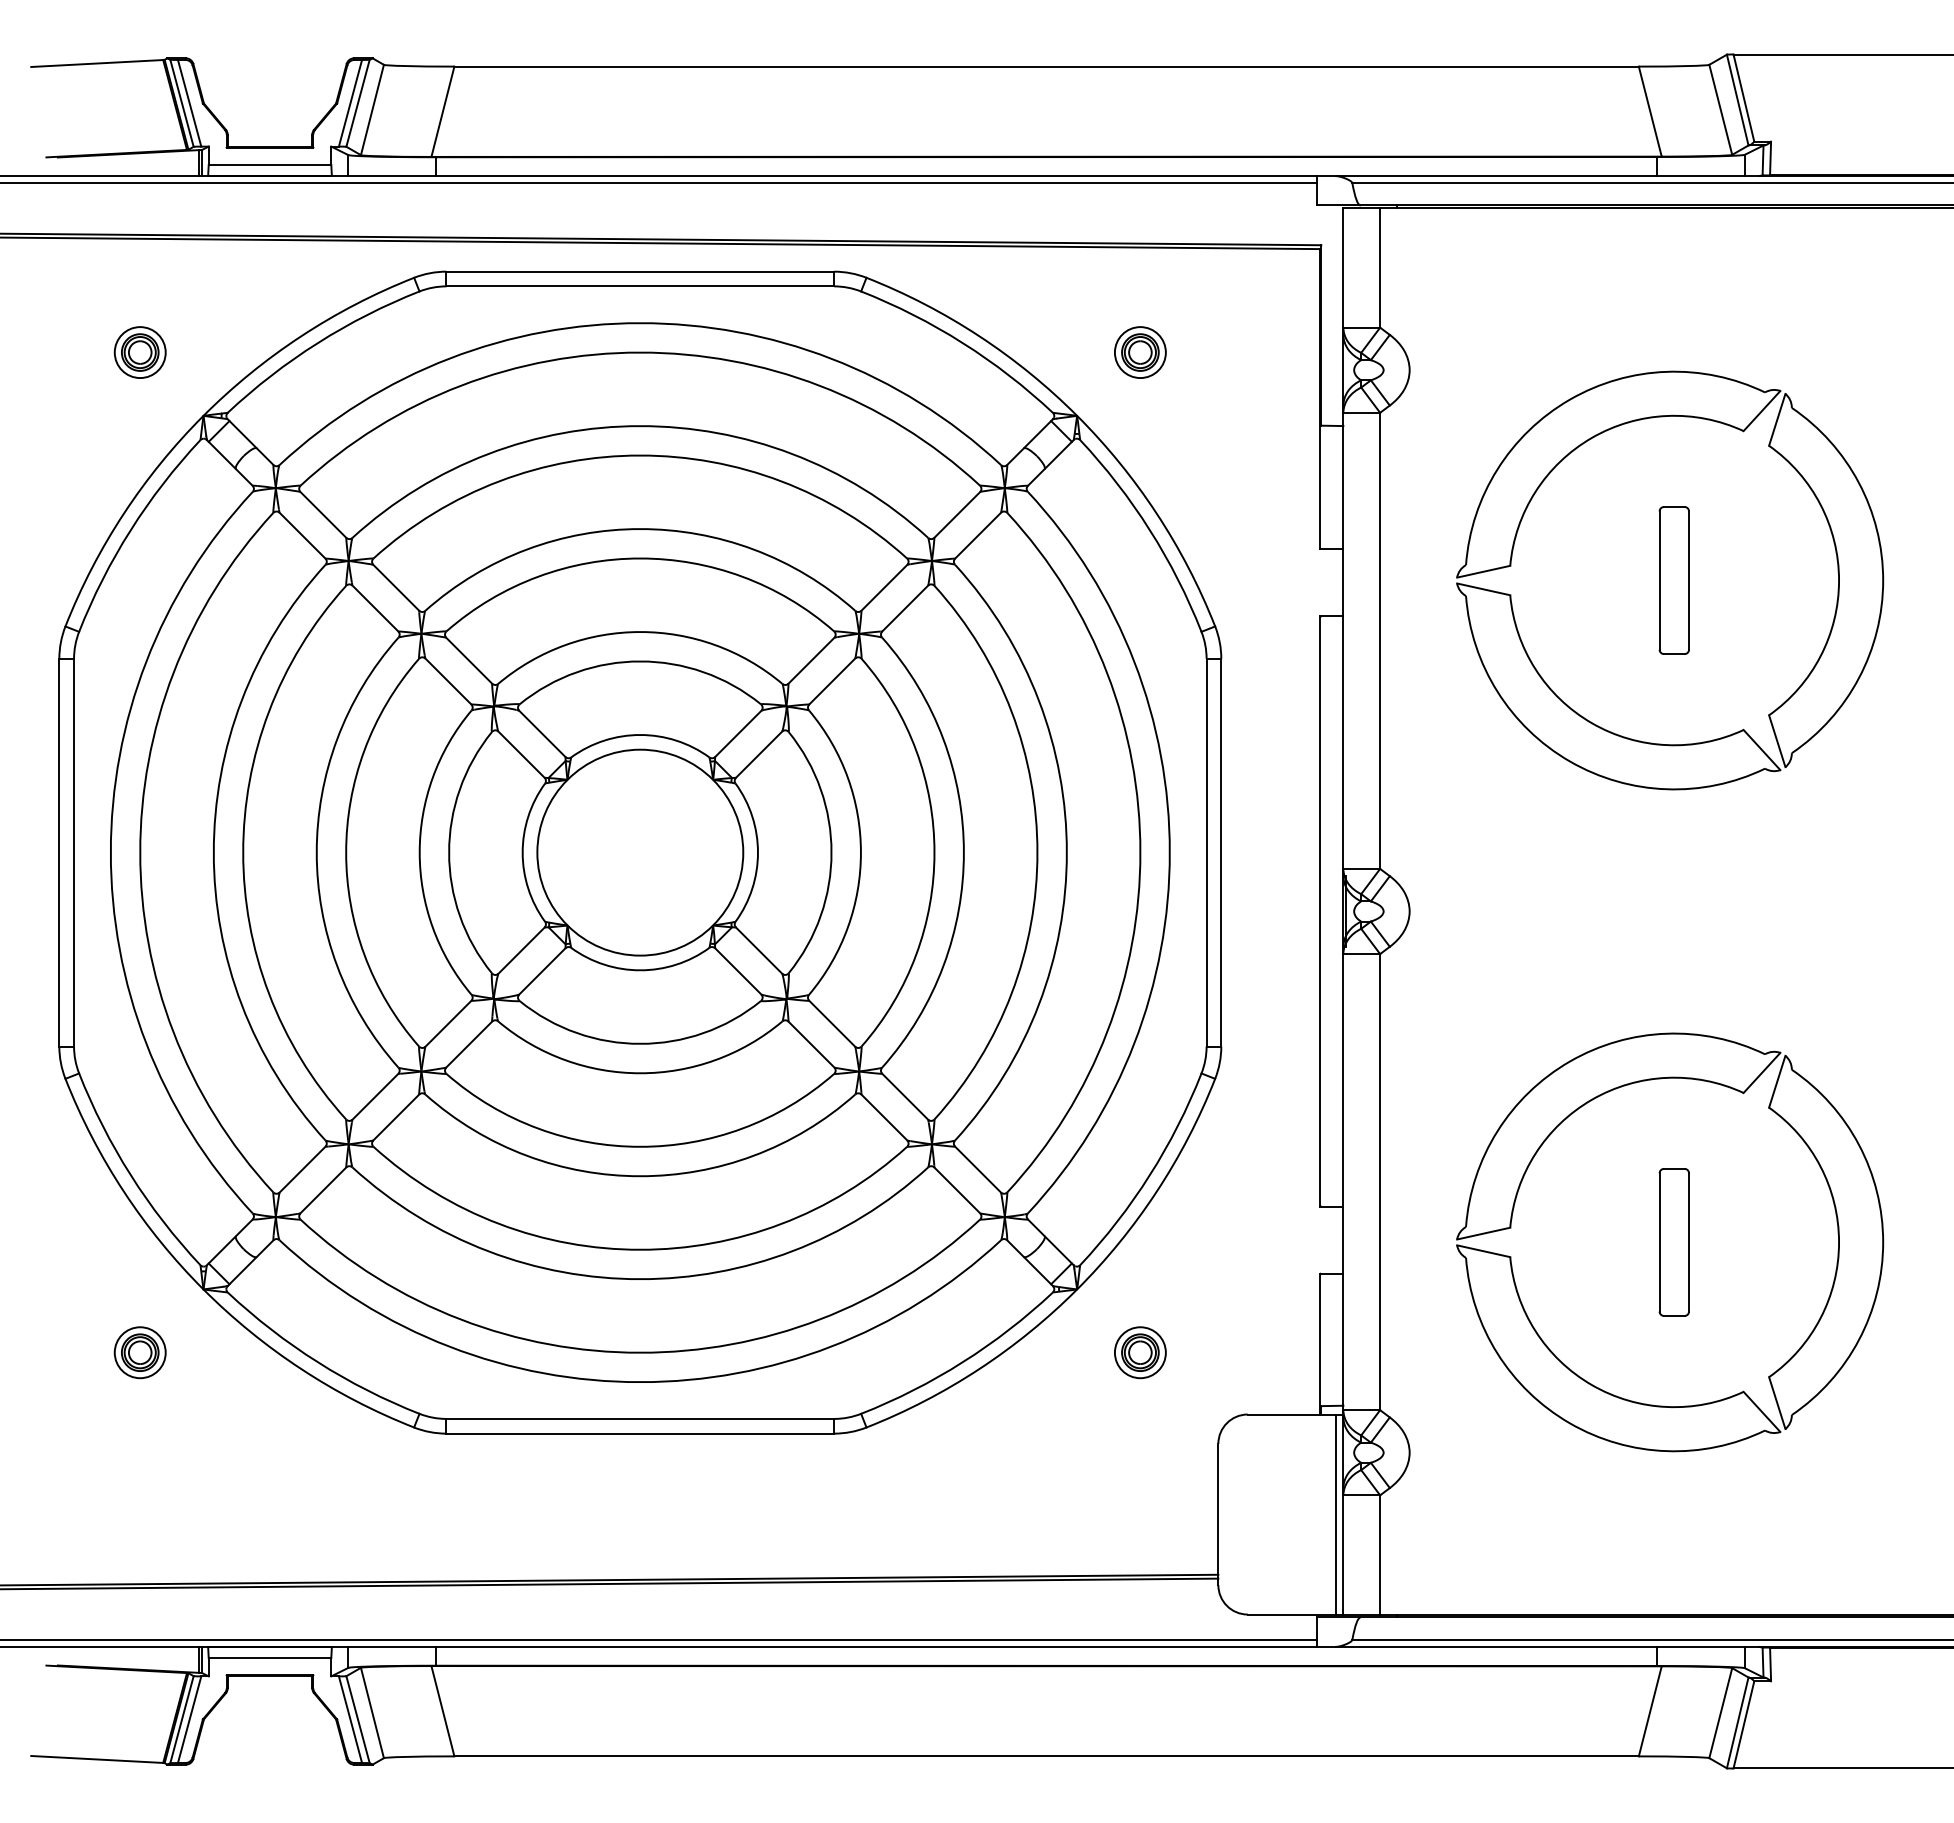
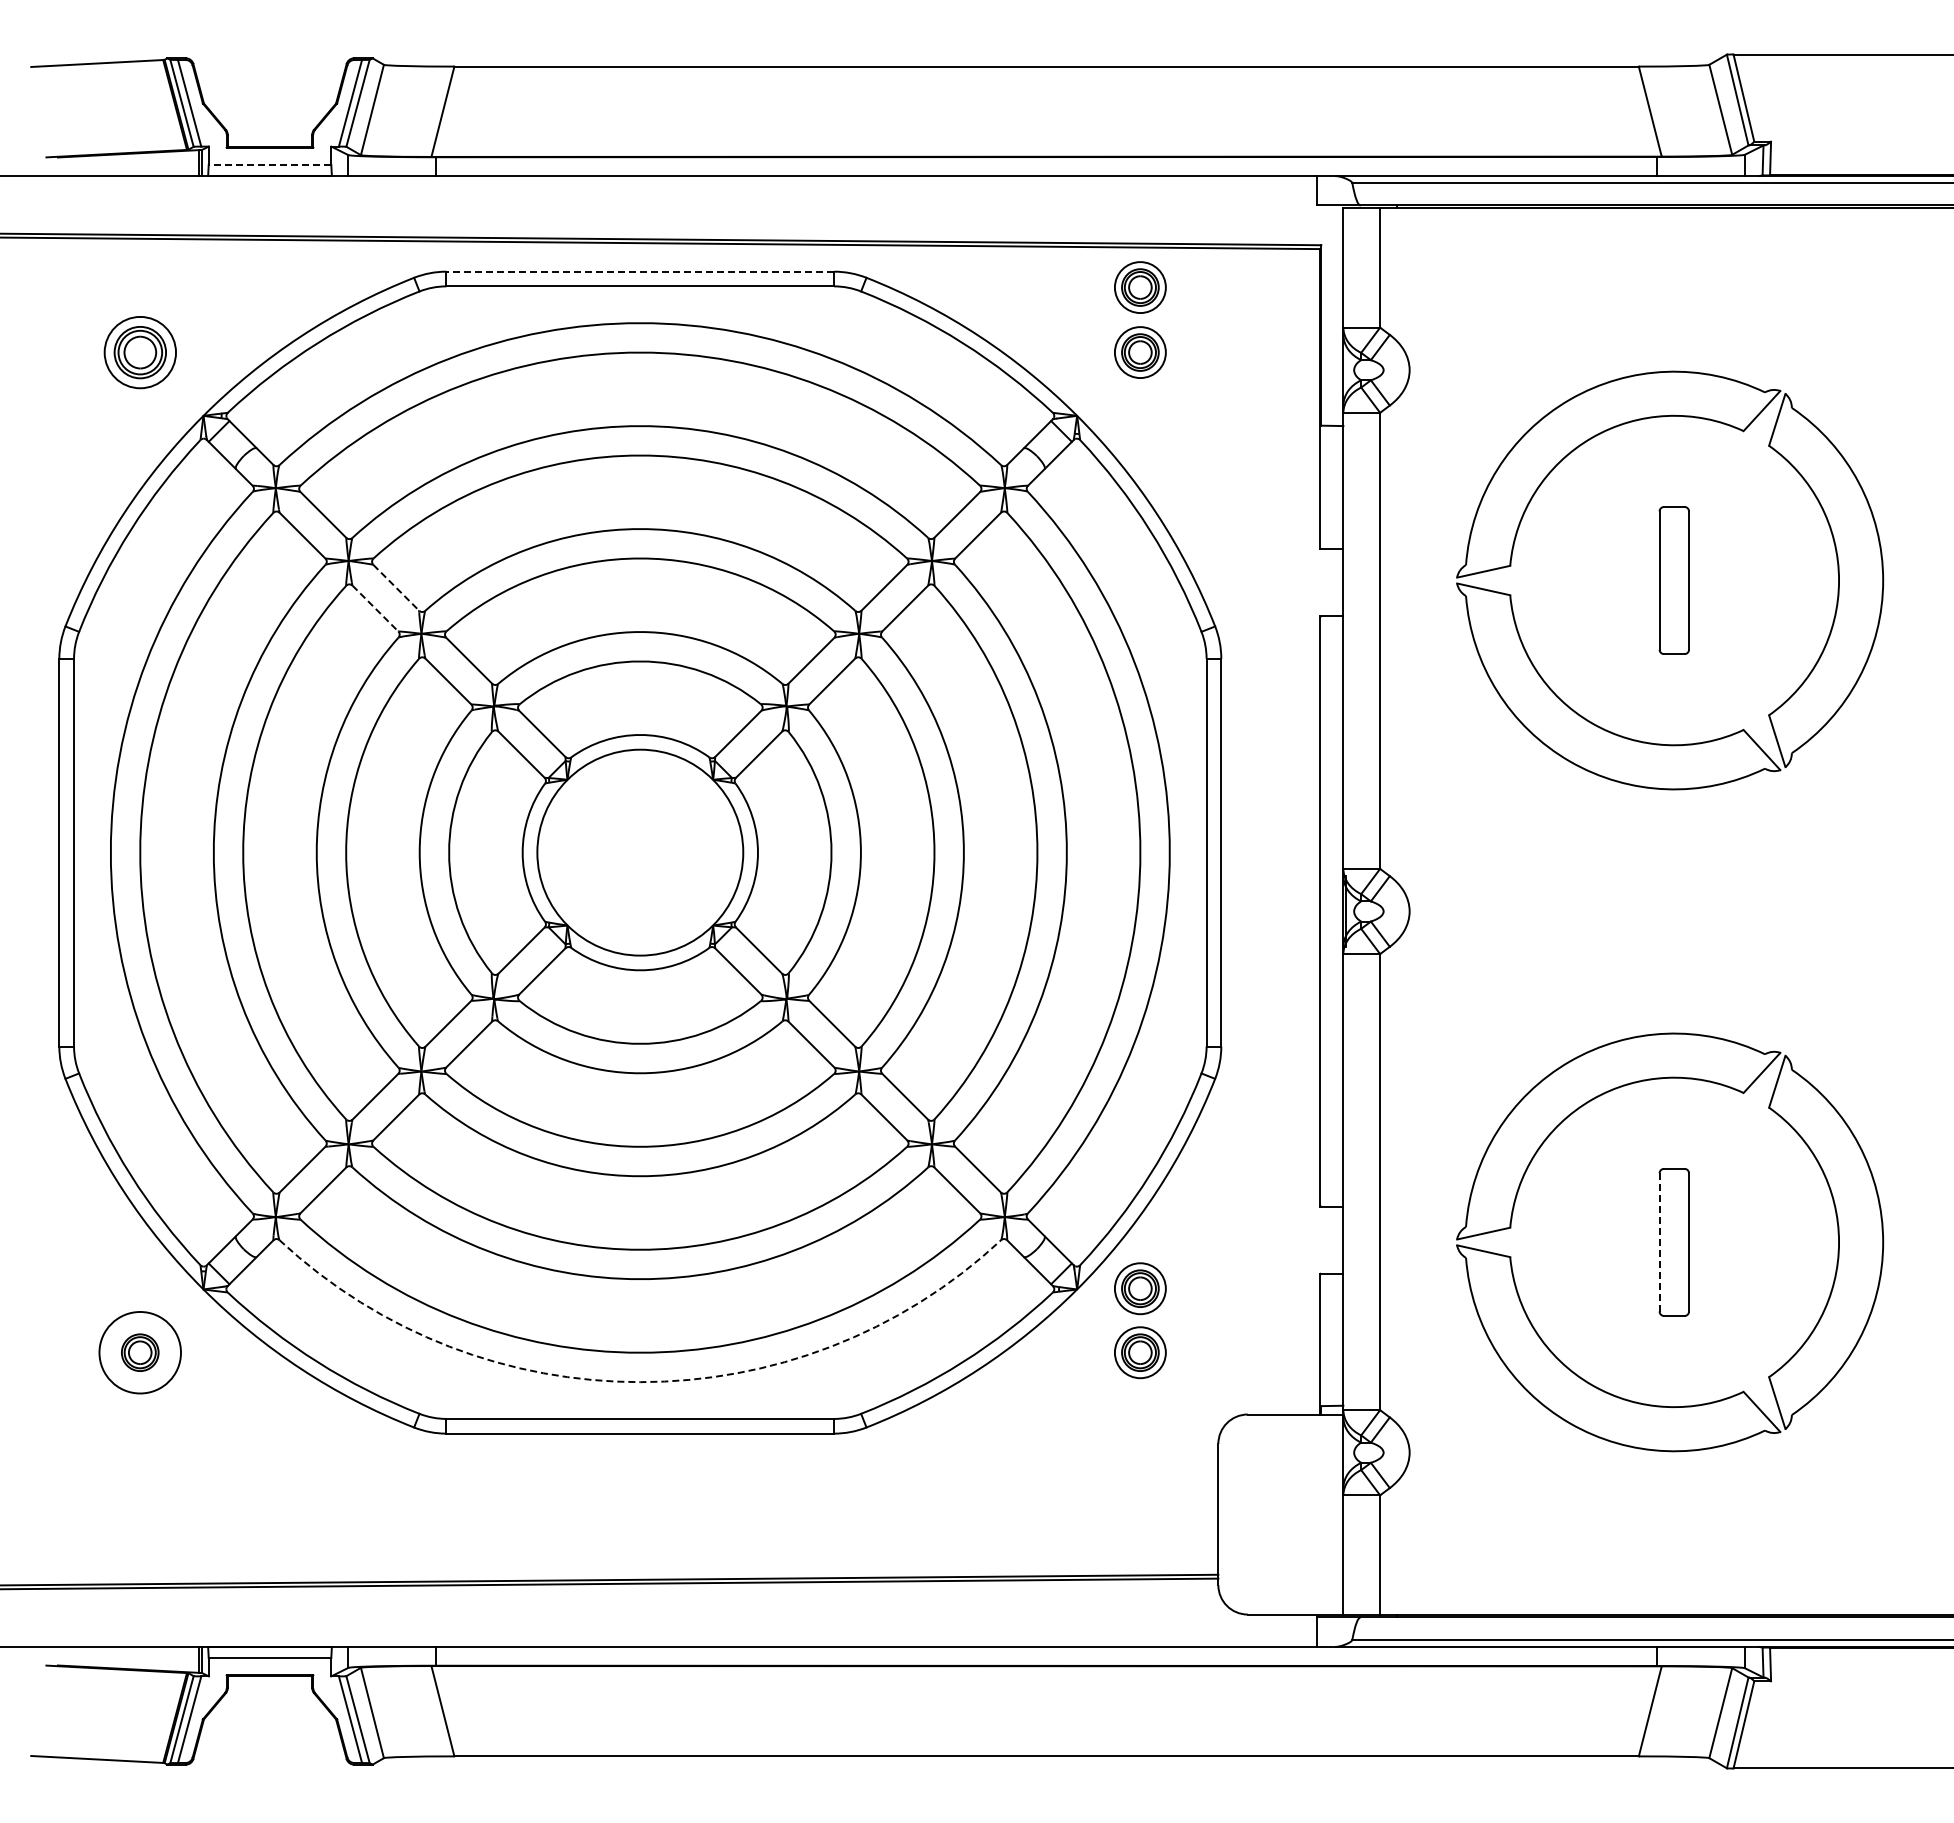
line at (269, 165): solid -> dashed
line at (659, 183): present -> none
line at (640, 271): solid -> dashed
part at (1140, 287): none -> present
part at (139, 352) size: 54x53 px -> 74x74 px
line at (396, 588): solid -> dashed
line at (375, 608): solid -> dashed
line at (1659, 1242): solid -> dashed
part at (1140, 1288): none -> present
circle at (139, 1352) diameter: 51 px -> 82 px
arc at (640, 1382): solid -> dashed
line at (1336, 1514): present -> none
line at (659, 1639): present -> none
